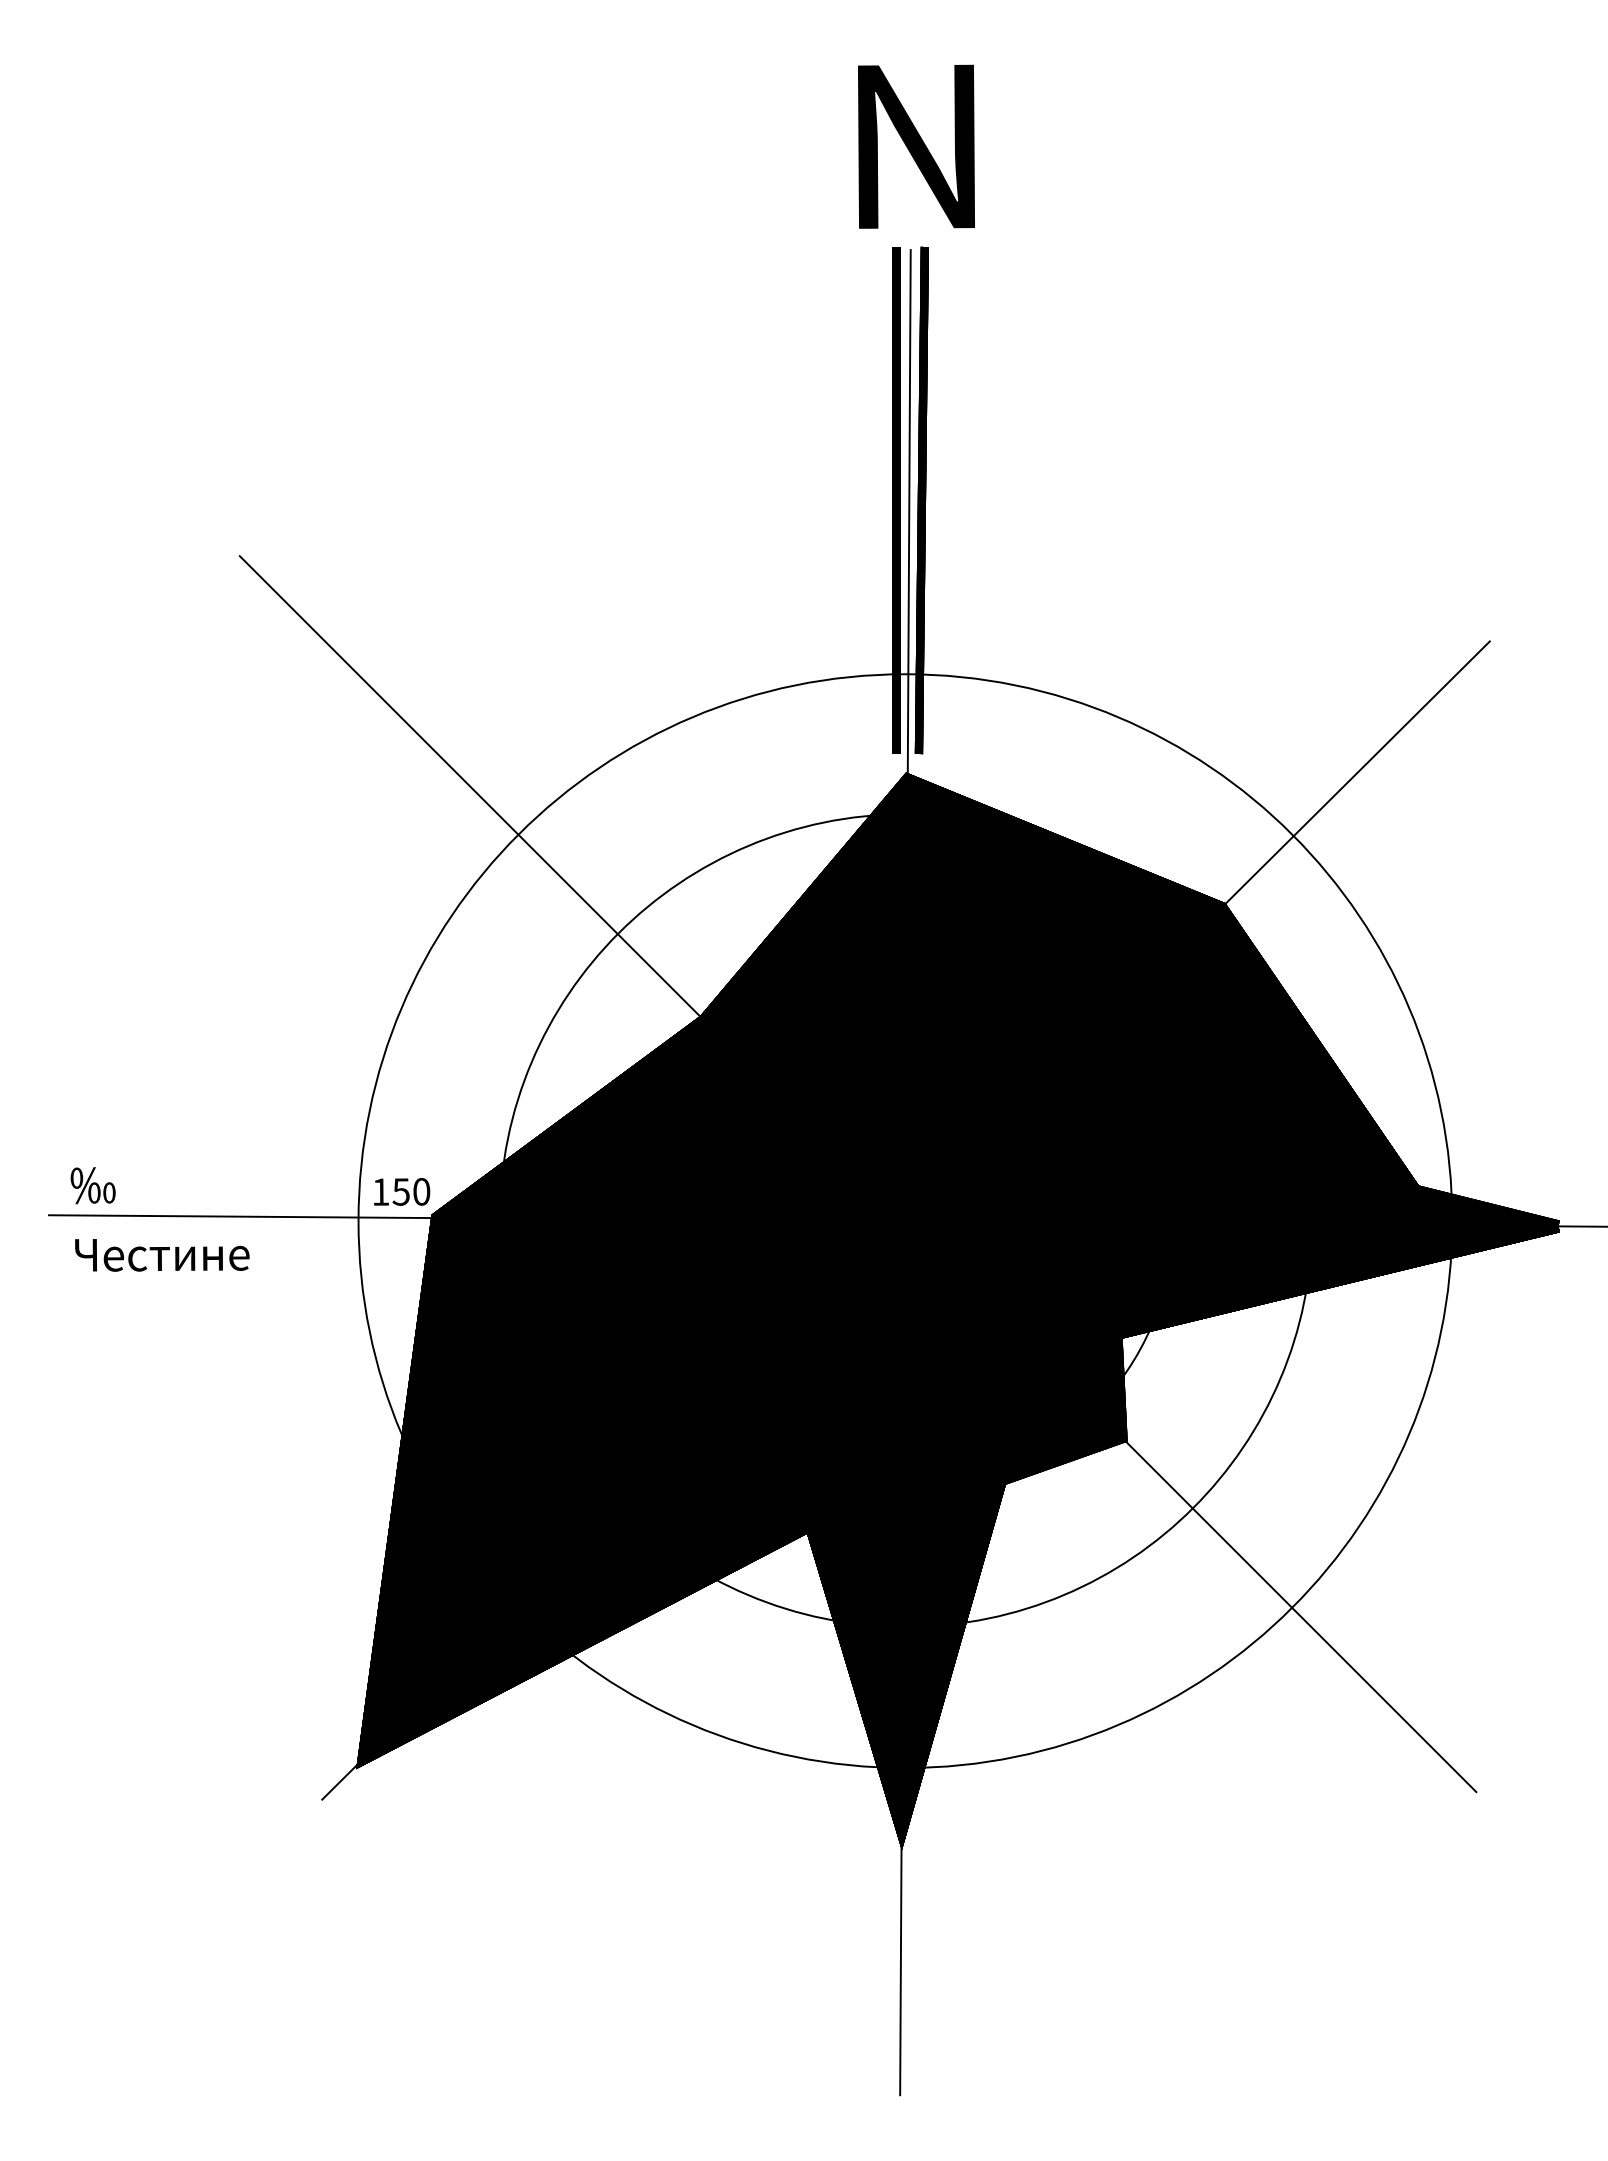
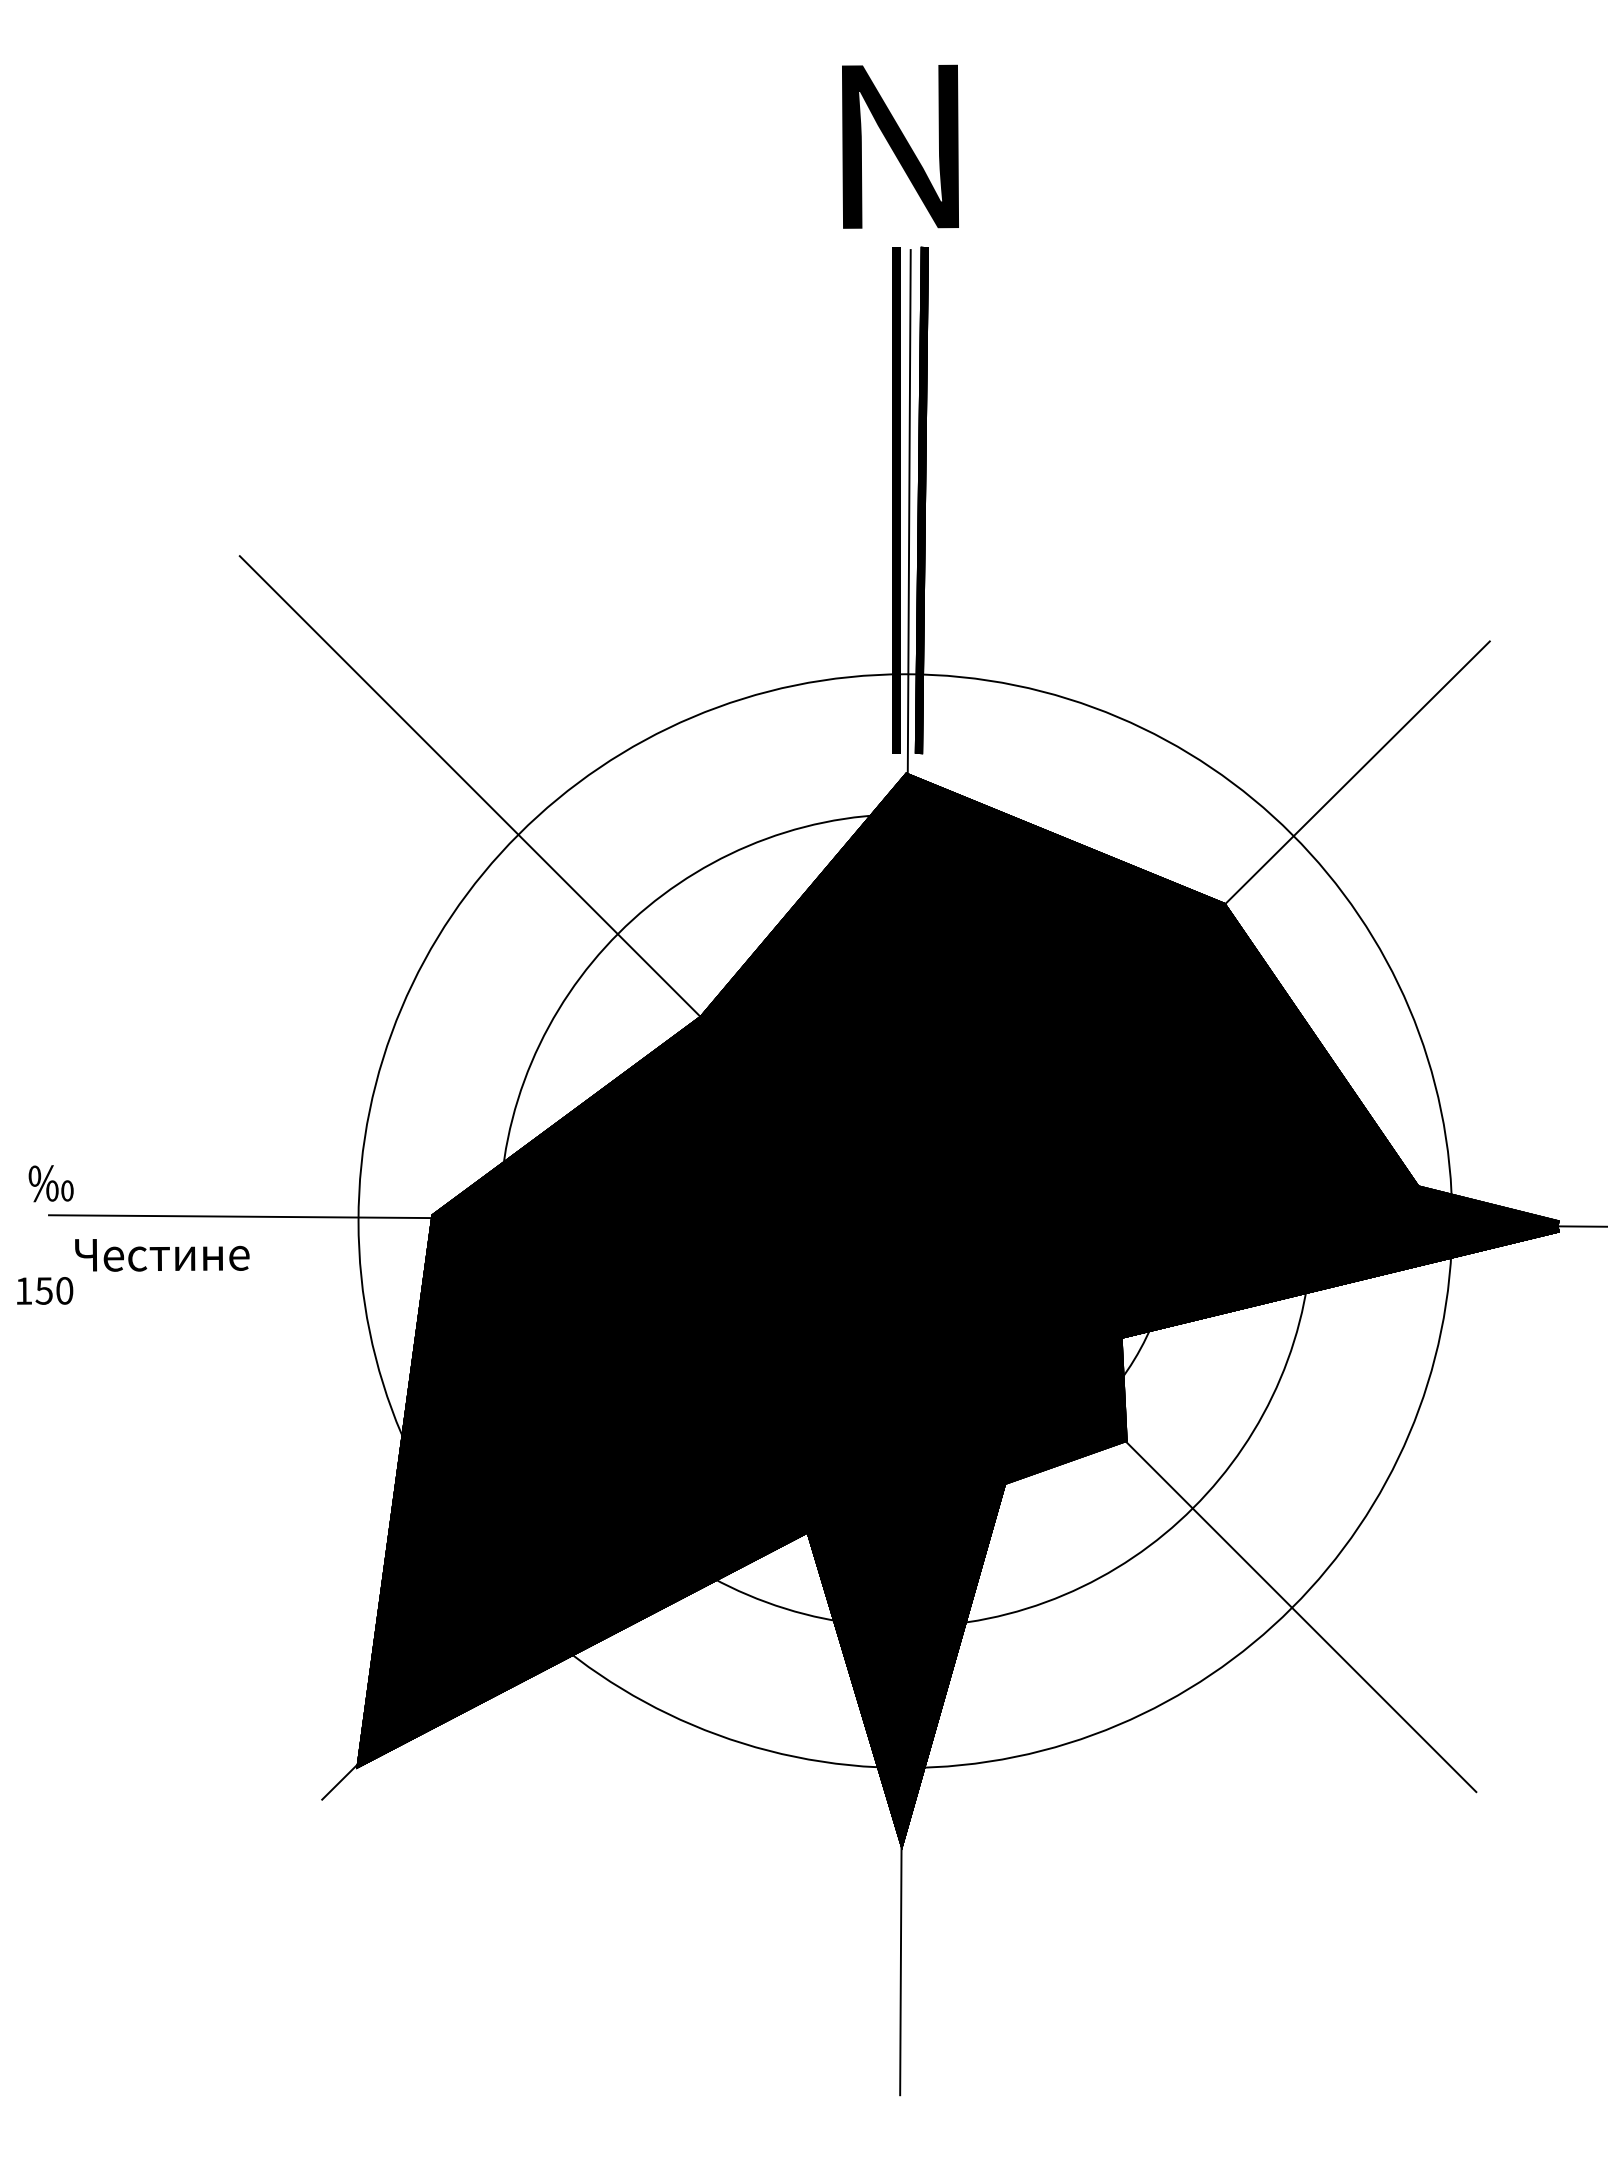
text at (916, 146) position: (916, 146) -> (900, 146)
text at (92, 1185) position: (92, 1185) -> (50, 1183)
text at (402, 1191) position: (402, 1191) -> (45, 1290)
